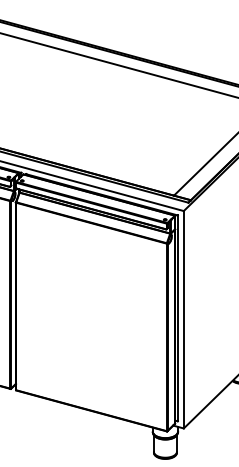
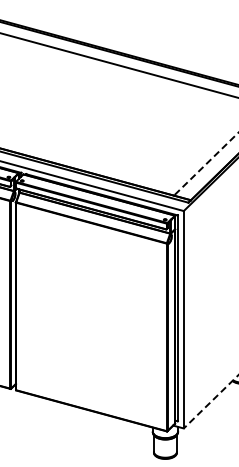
line at (205, 164): solid -> dashed
line at (210, 401): solid -> dashed
